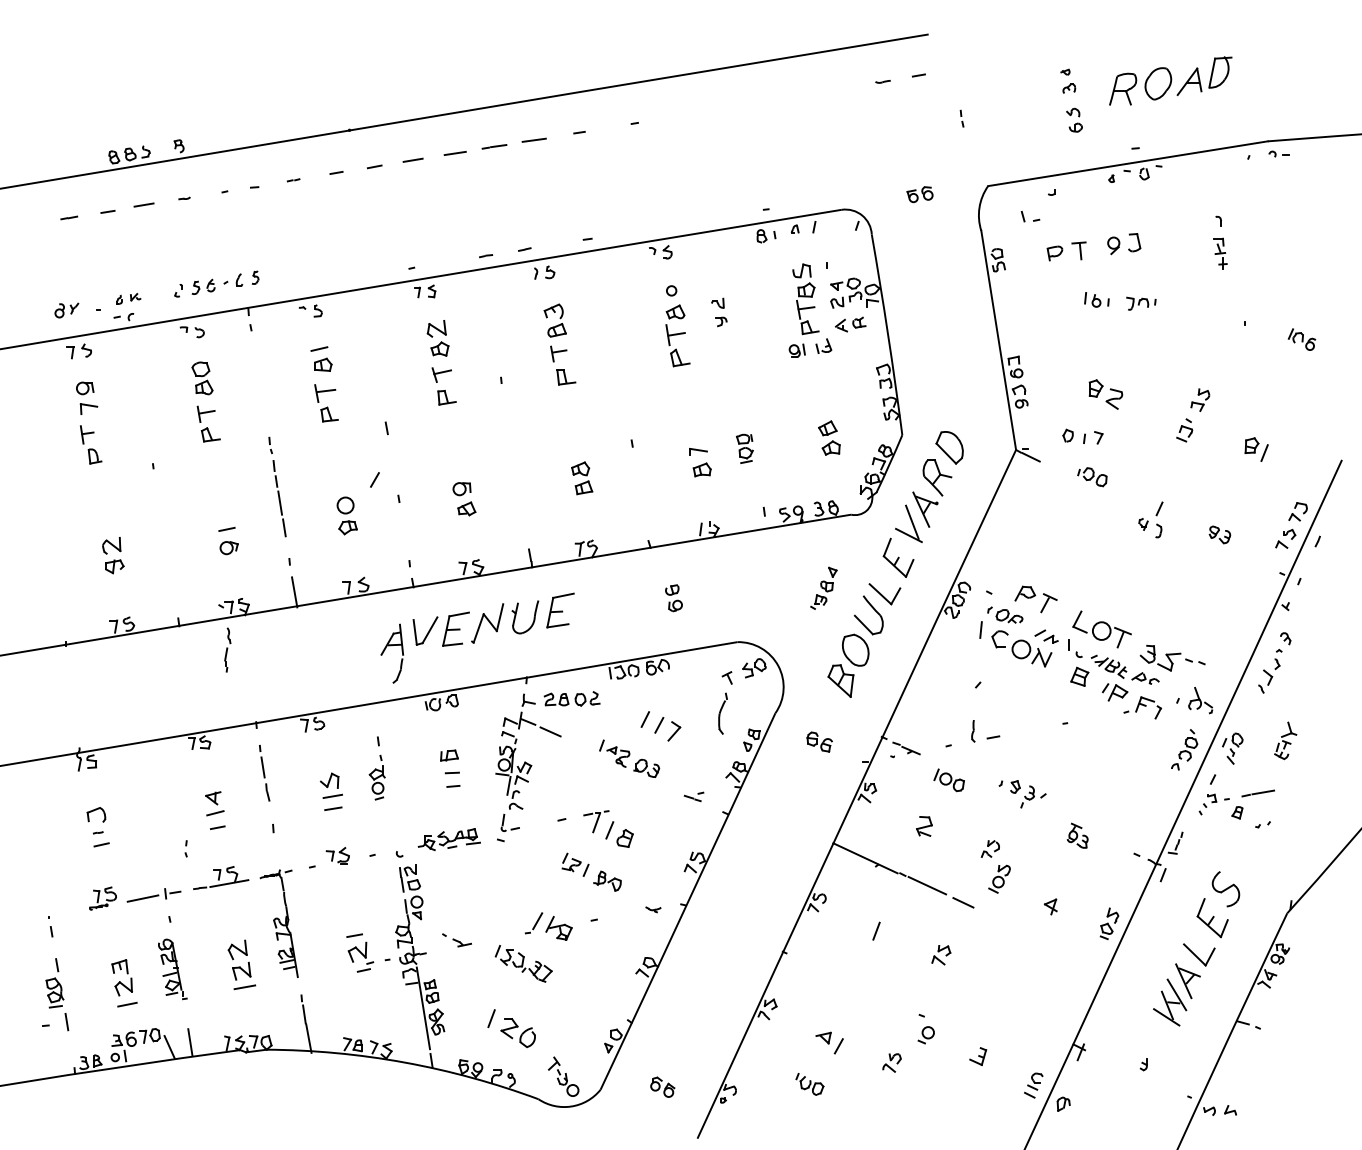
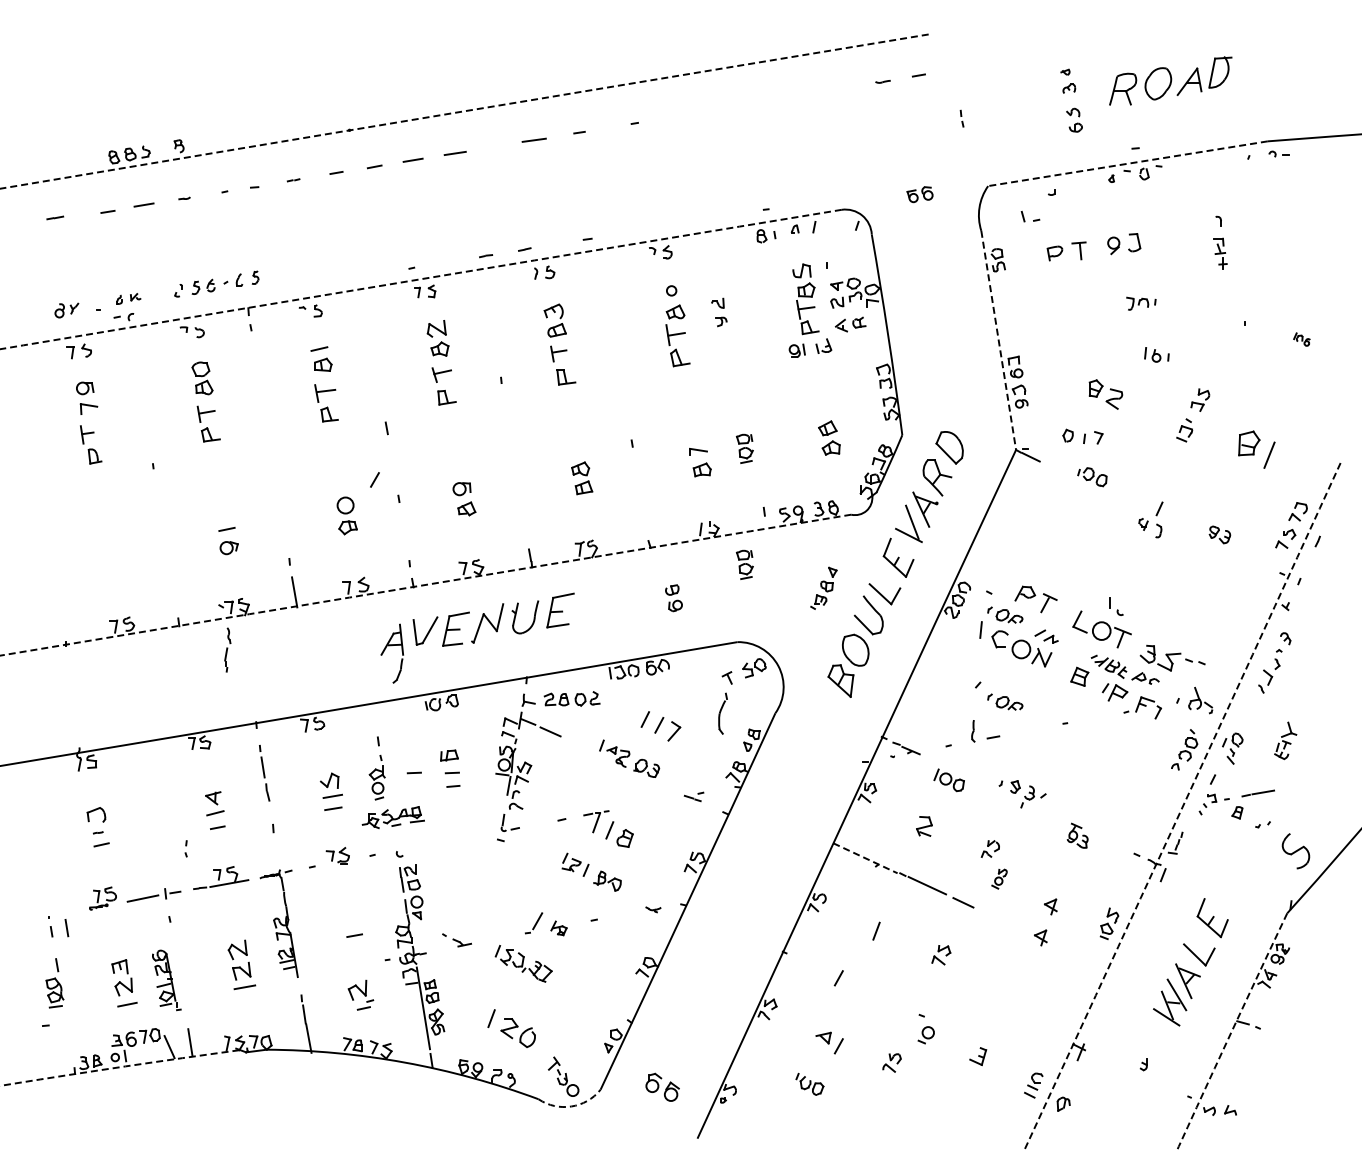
arc at (463, 111): solid -> dashed
line at (494, 146): present -> none
line at (1127, 163): solid -> dashed
line at (69, 217) position: (69, 217) -> (55, 217)
arc at (420, 279): solid -> dashed
part at (1096, 299) position: (1096, 299) -> (1156, 354)
part at (1301, 339) size: 30x23 px -> 18x15 px
line at (998, 340): solid -> dashed
part at (1256, 449) size: 25x25 px -> 38x39 px
part at (277, 486): present -> none
part at (113, 555): present -> none
part at (744, 564): none -> present
arc at (425, 585): solid -> dashed
part at (1075, 648) position: (1075, 648) -> (1116, 606)
part at (1005, 701): none -> present
part at (819, 741): present -> none
line at (413, 772): none -> present
arc at (1183, 805): solid -> dashed
part at (448, 839) position: (448, 839) -> (392, 817)
line at (865, 858): solid -> dashed
part at (999, 878) size: 23x30 px -> 17x22 px
part at (1225, 889) position: (1225, 889) -> (1295, 851)
part at (558, 928) size: 28x25 px -> 18x17 px
part at (1040, 937): none -> present
part at (360, 956) position: (360, 956) -> (360, 994)
part at (172, 969) position: (172, 969) -> (166, 980)
line at (838, 978): none -> present
line at (66, 1022) position: (66, 1022) -> (66, 928)
arc at (1231, 1031): solid -> dashed
arc at (119, 1067): solid -> dashed
part at (662, 1086) size: 26x22 px -> 35x30 px
arc at (571, 1106): solid -> dashed
